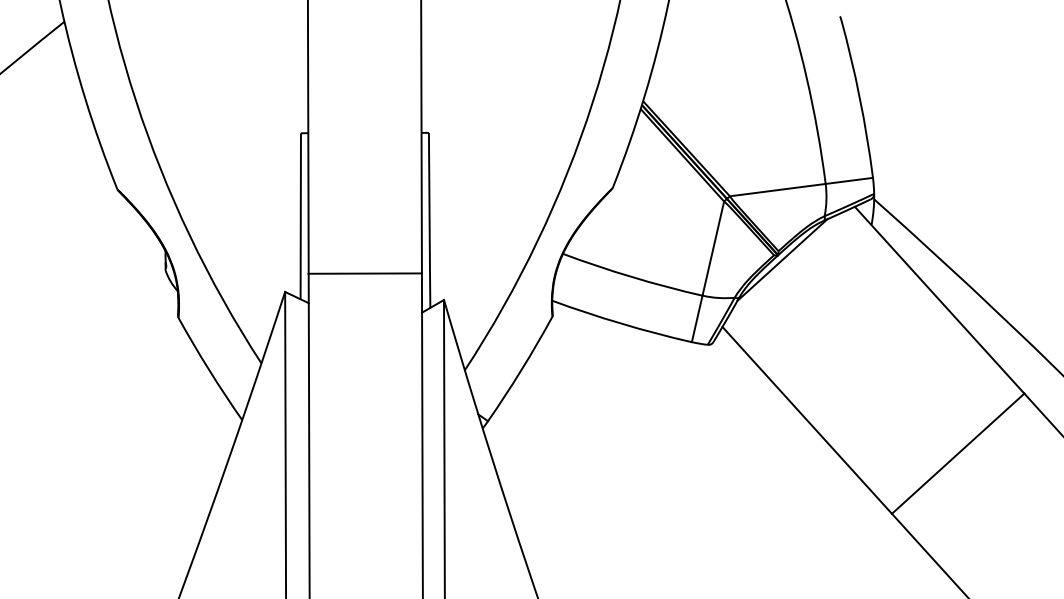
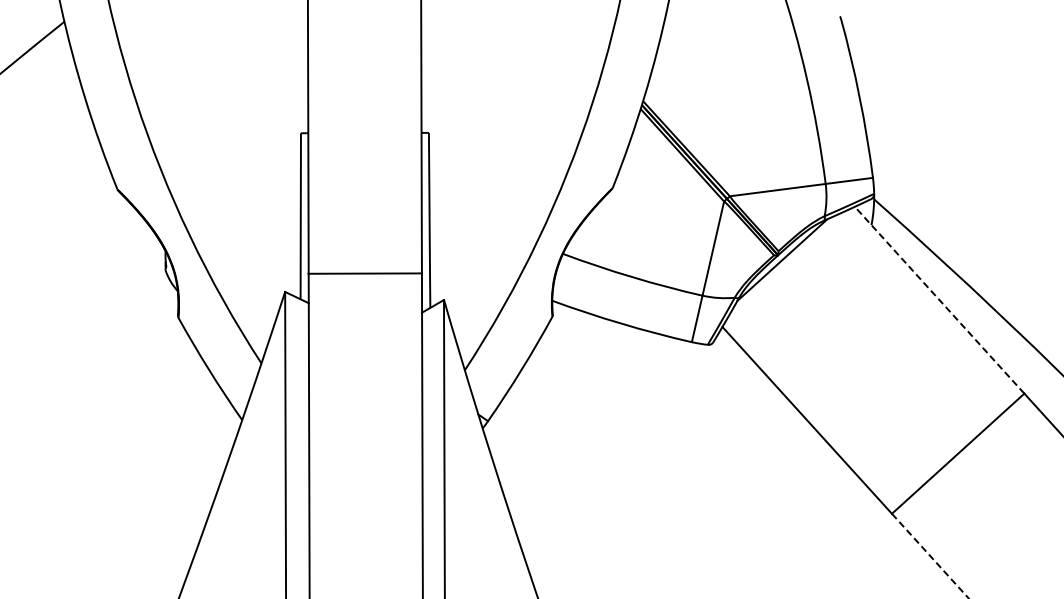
line at (939, 299): solid -> dashed
line at (930, 556): solid -> dashed
